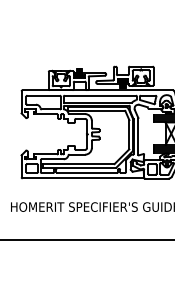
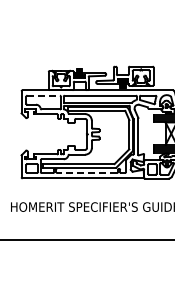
line at (44, 95): solid -> dashed
line at (87, 173): solid -> dashed
